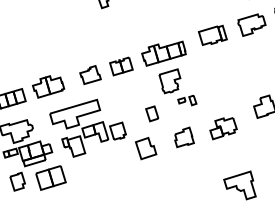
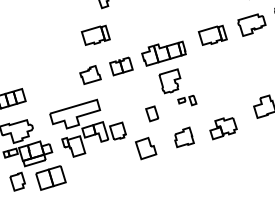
part at (95, 34): none -> present
part at (48, 86): present -> none
part at (239, 185): present -> none
